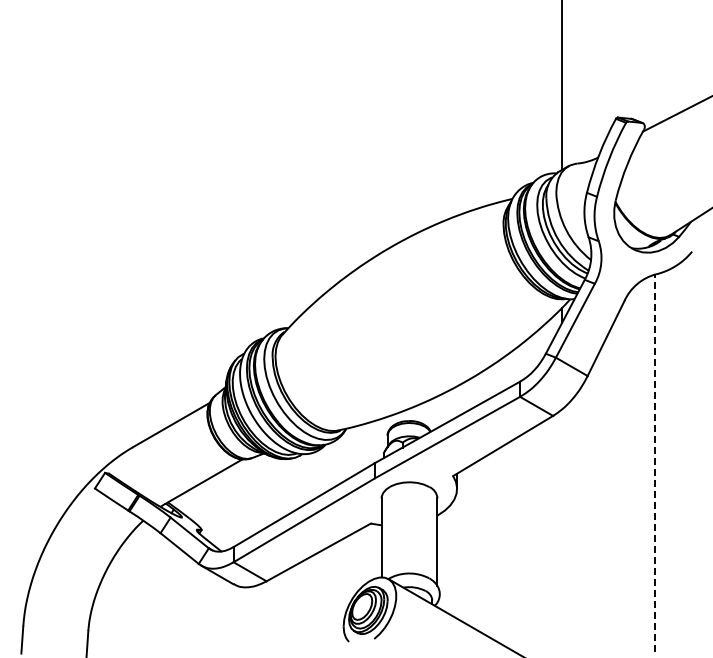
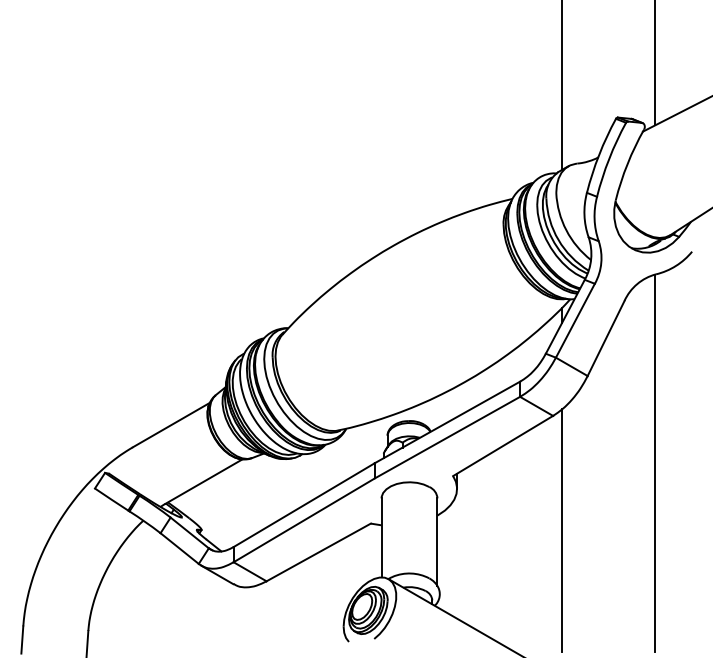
line at (655, 63): none -> present
line at (655, 463): dashed -> solid
line at (561, 530): none -> present
